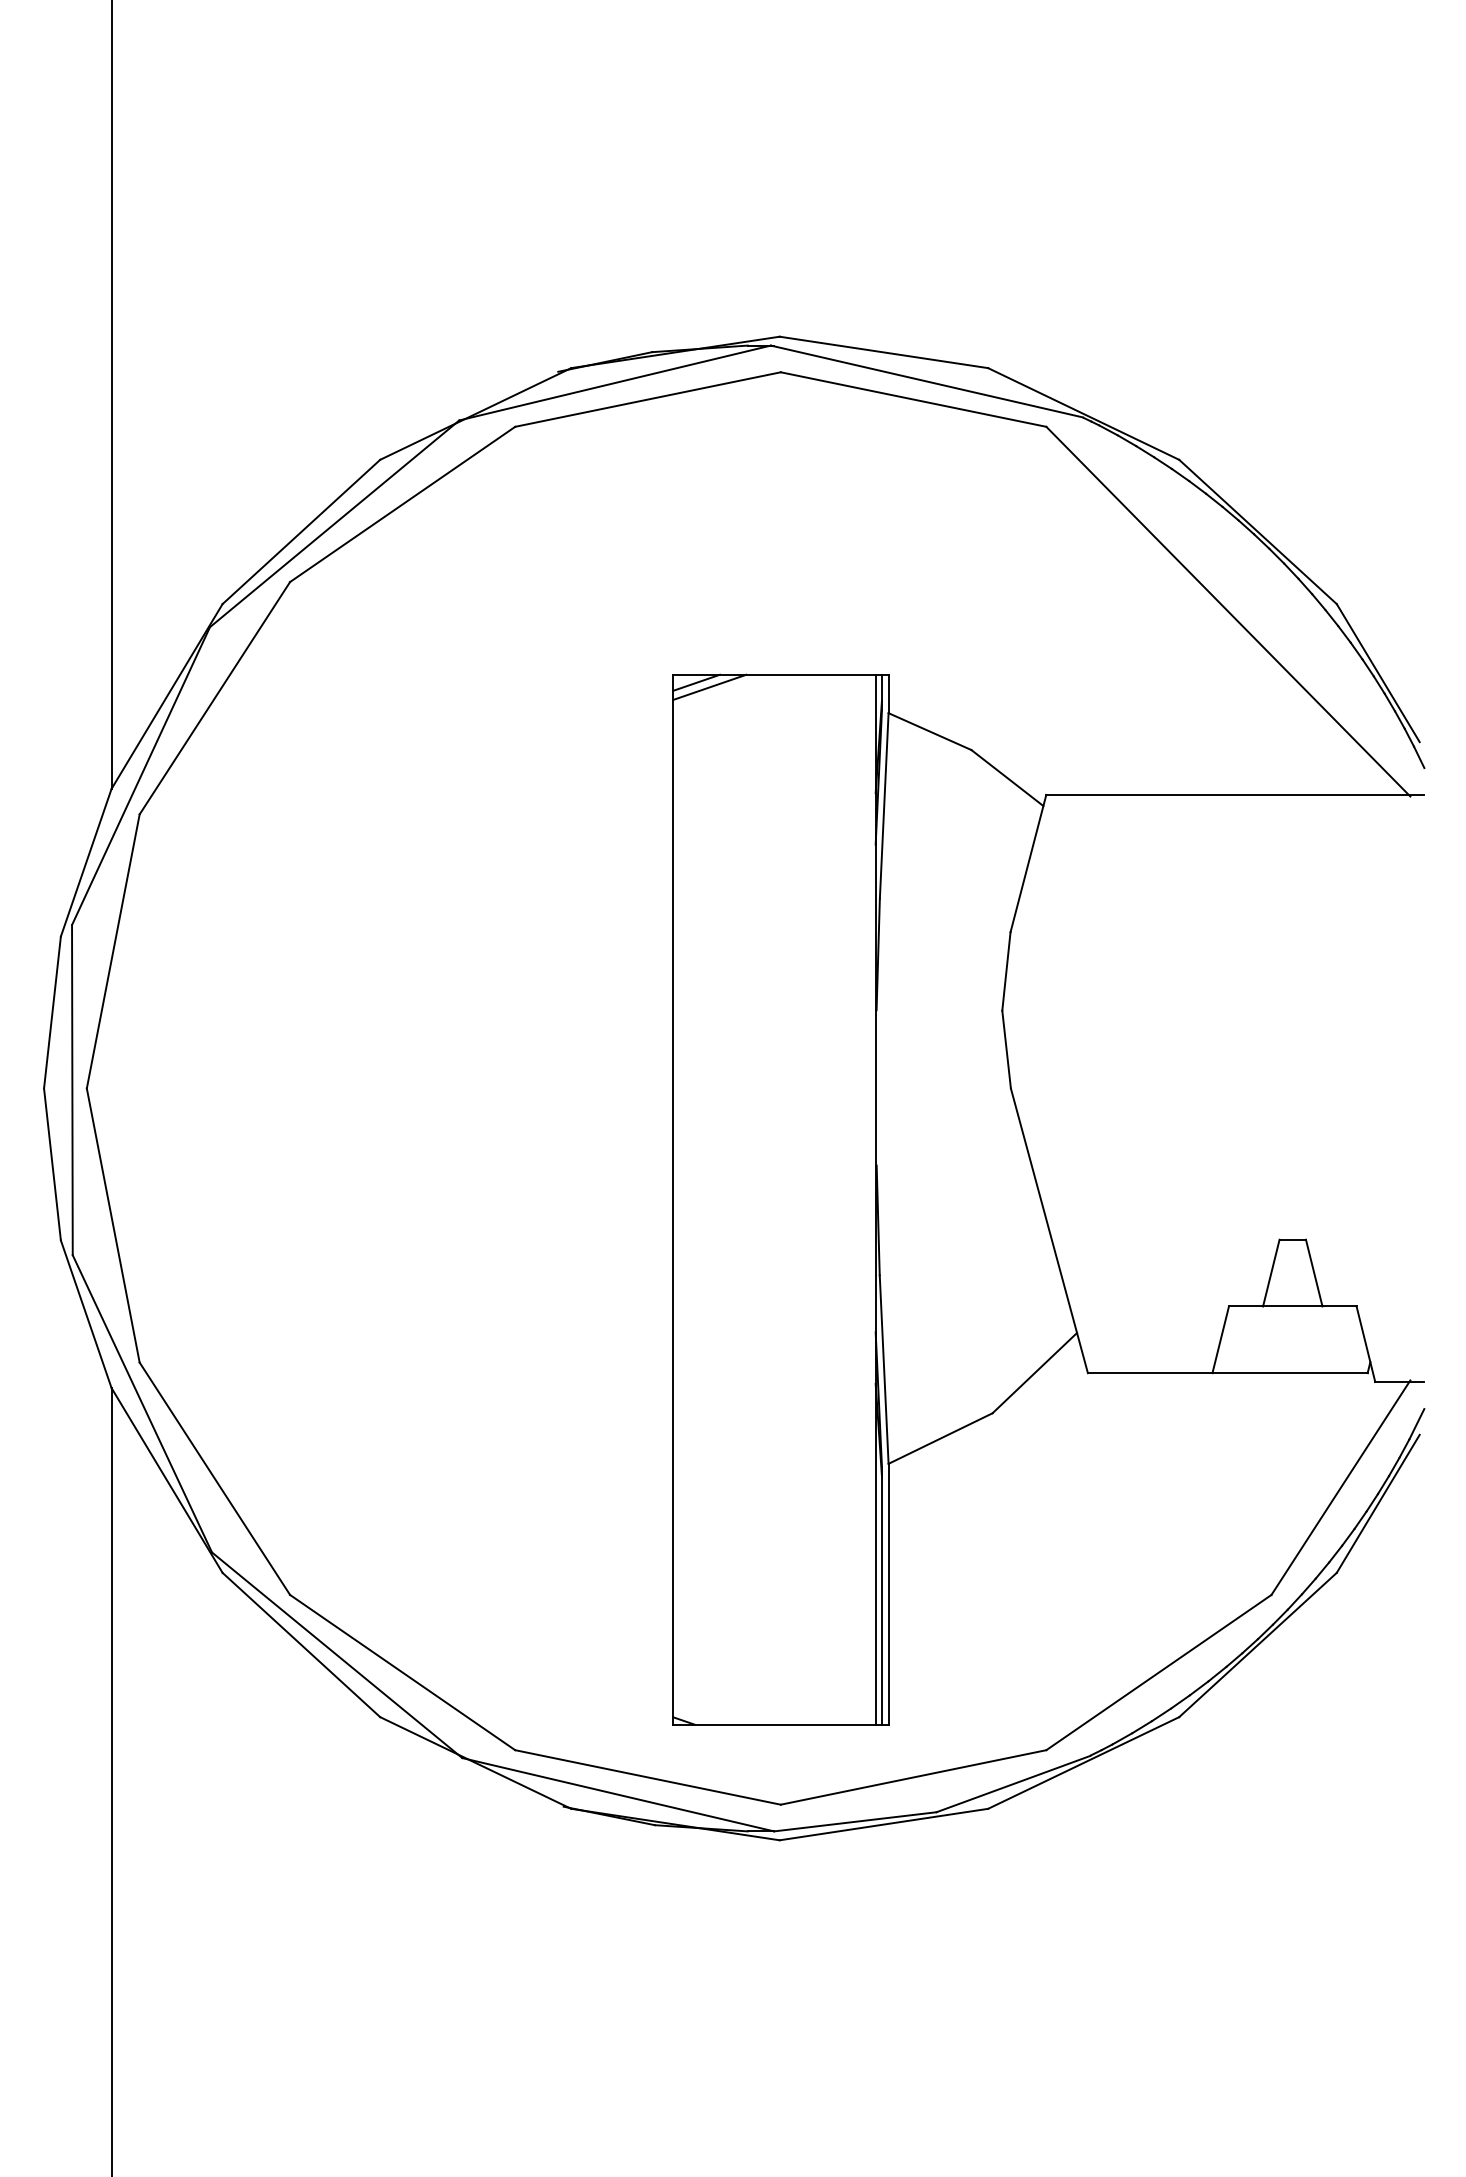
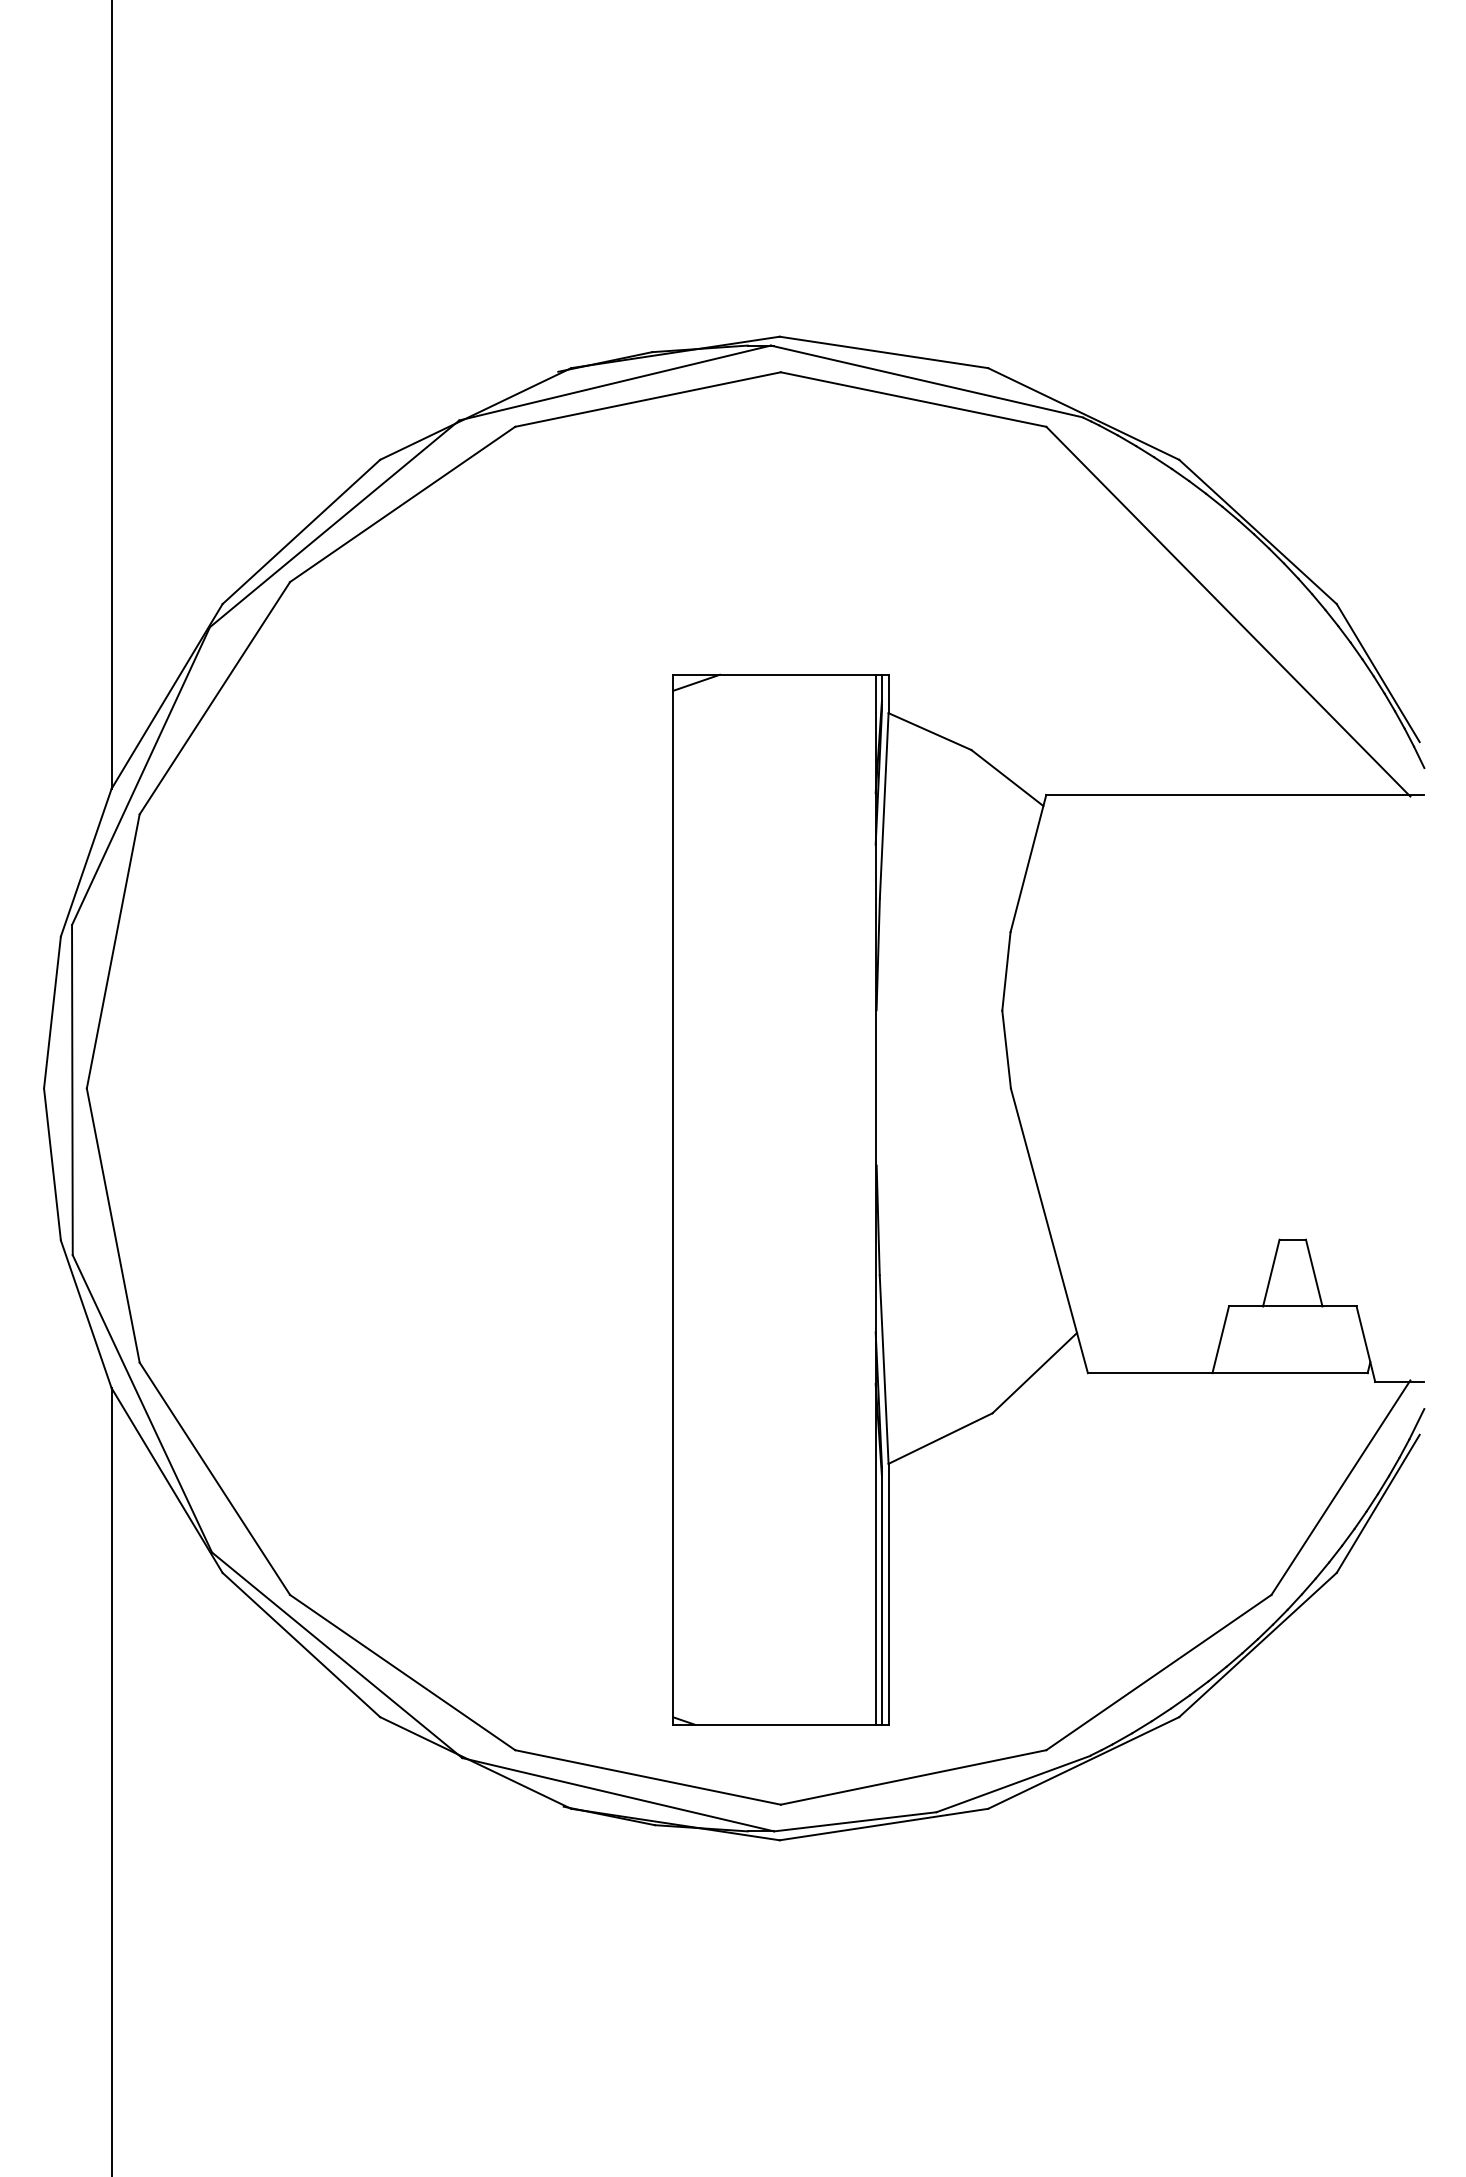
line at (709, 687): present -> none
